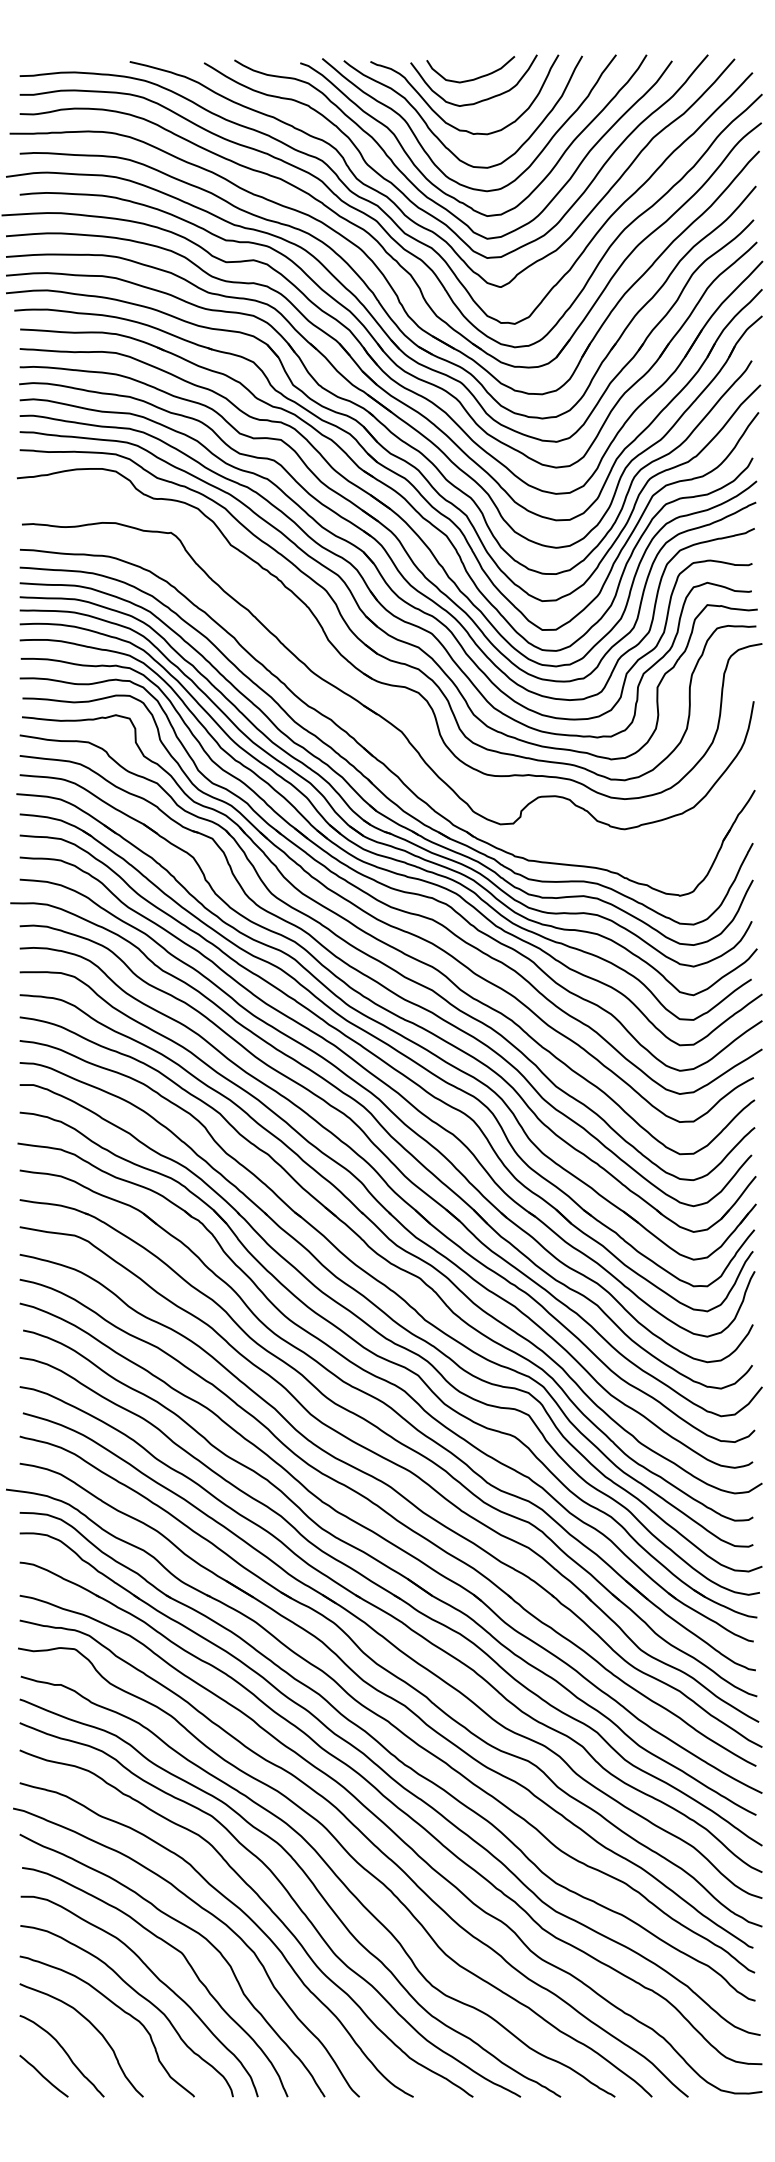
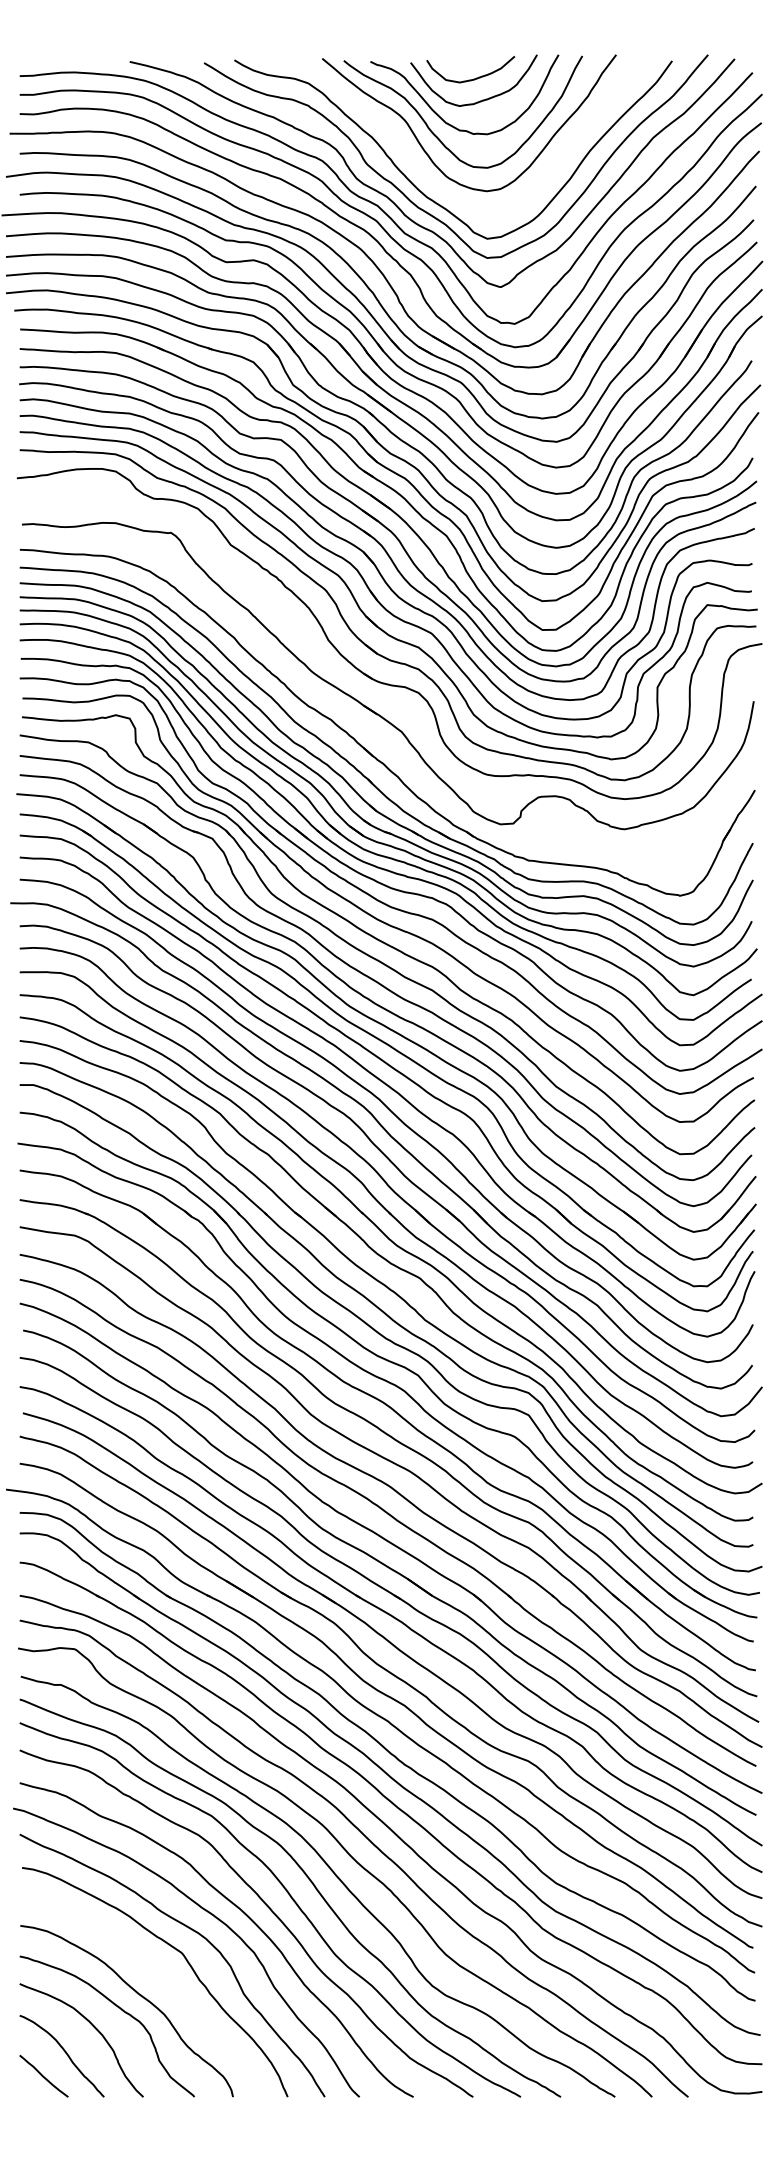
curve at (431, 181): present -> none
curve at (156, 1978): present -> none
